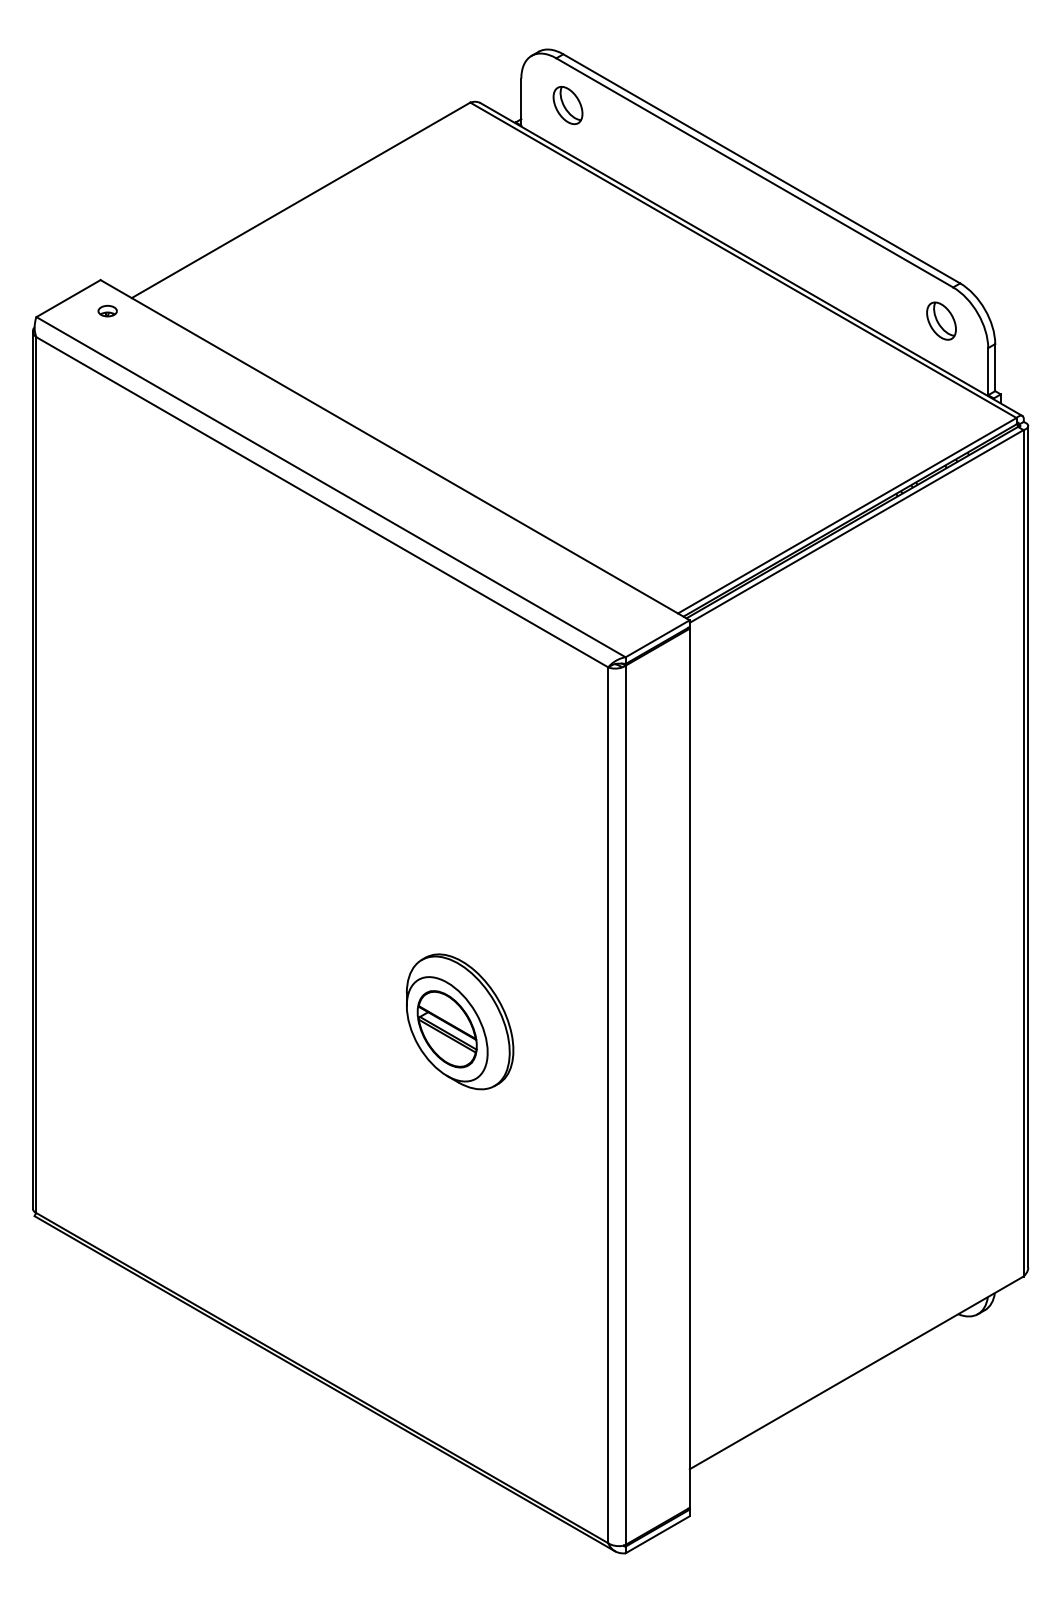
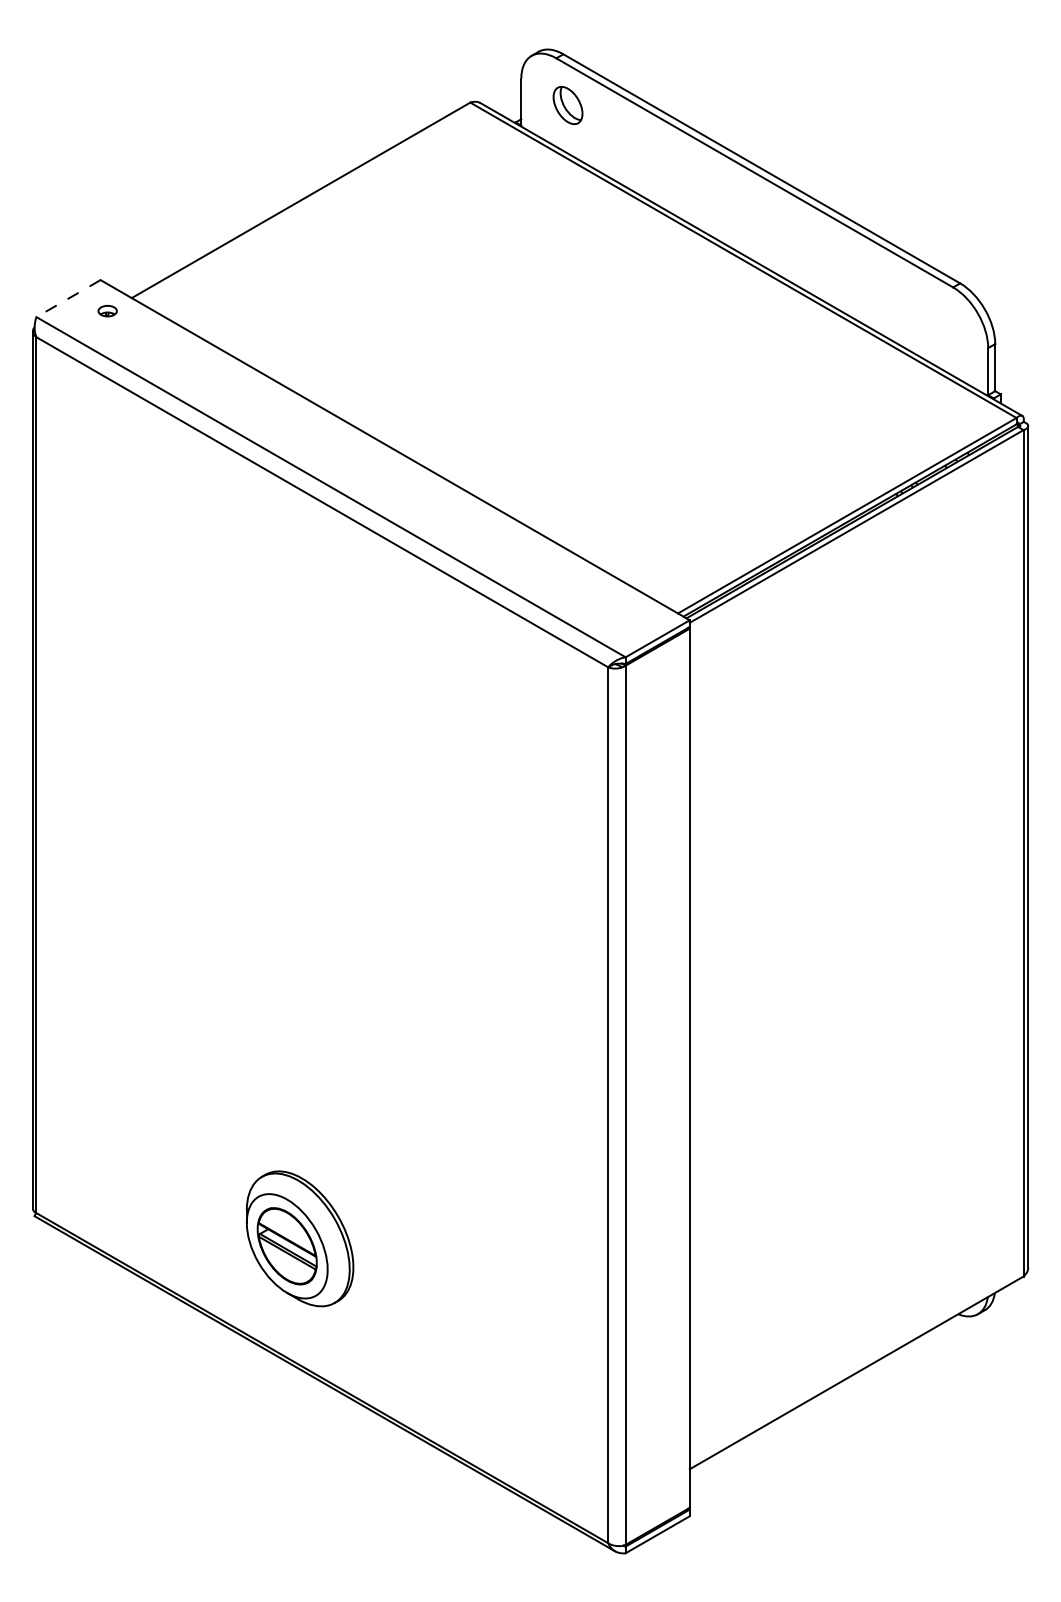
line at (68, 298): solid -> dashed
part at (941, 320): present -> none
part at (460, 1021) position: (460, 1021) -> (300, 1238)
